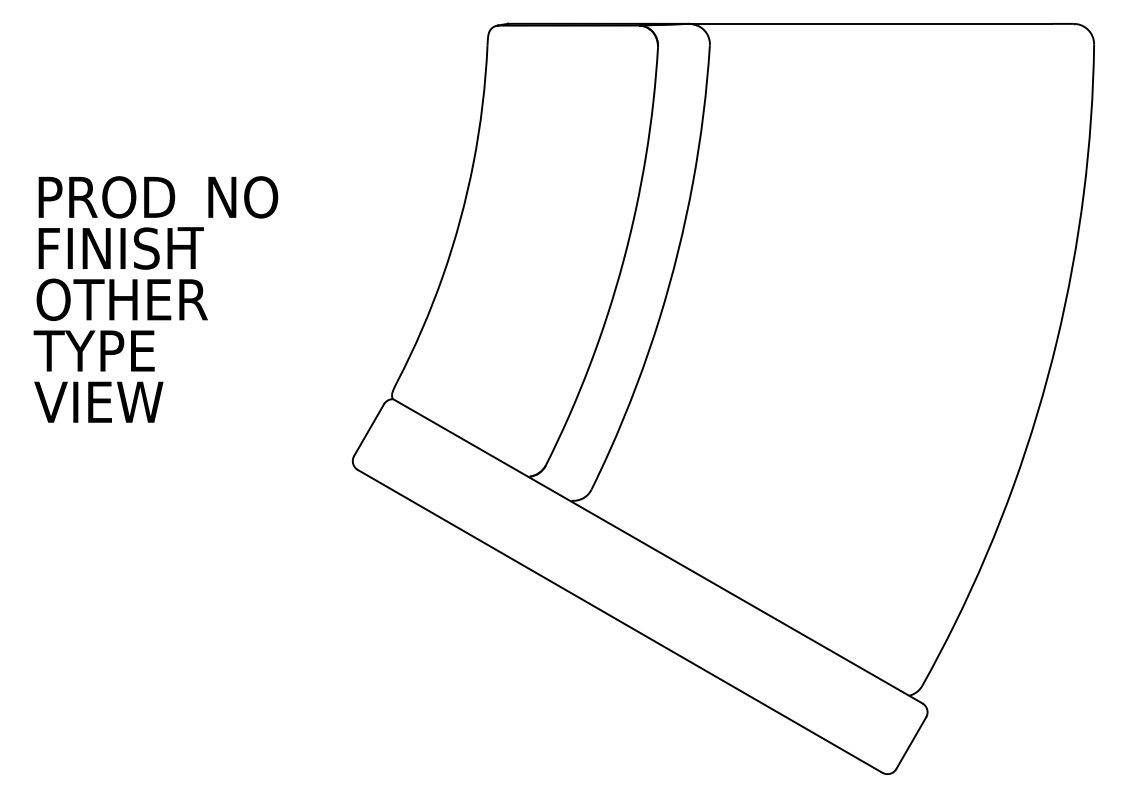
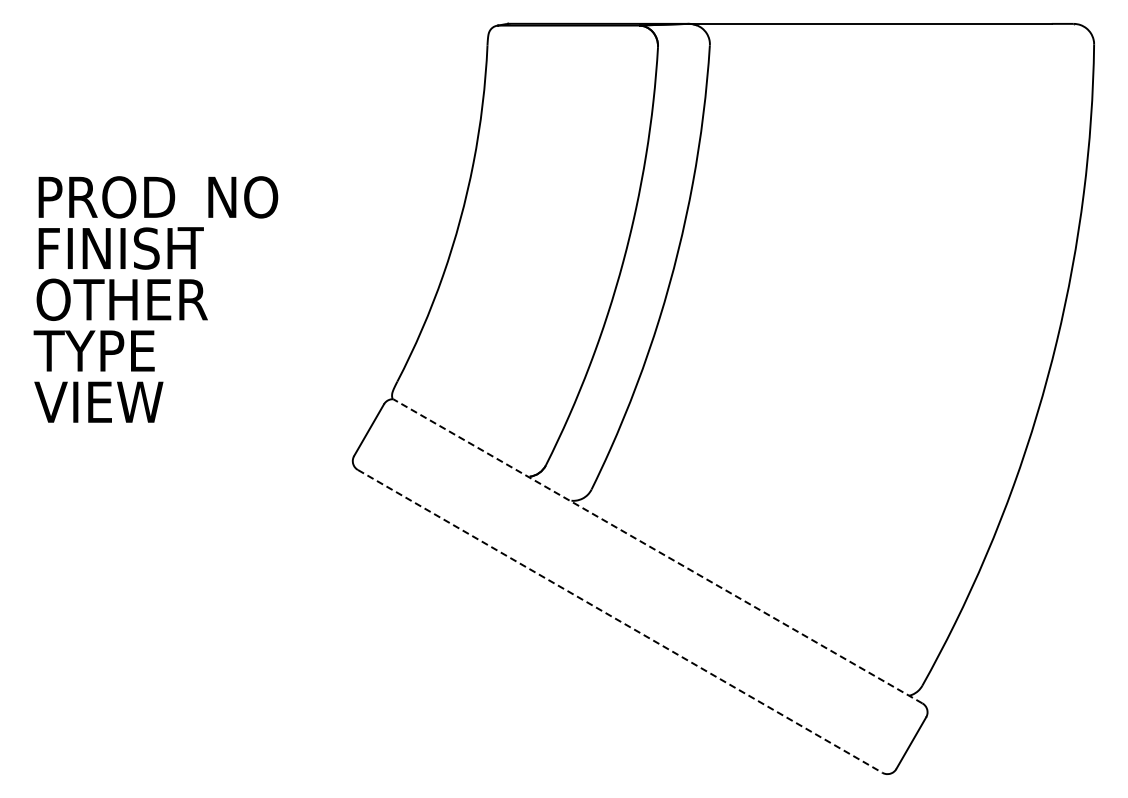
line at (657, 551): solid -> dashed
line at (620, 621): solid -> dashed
